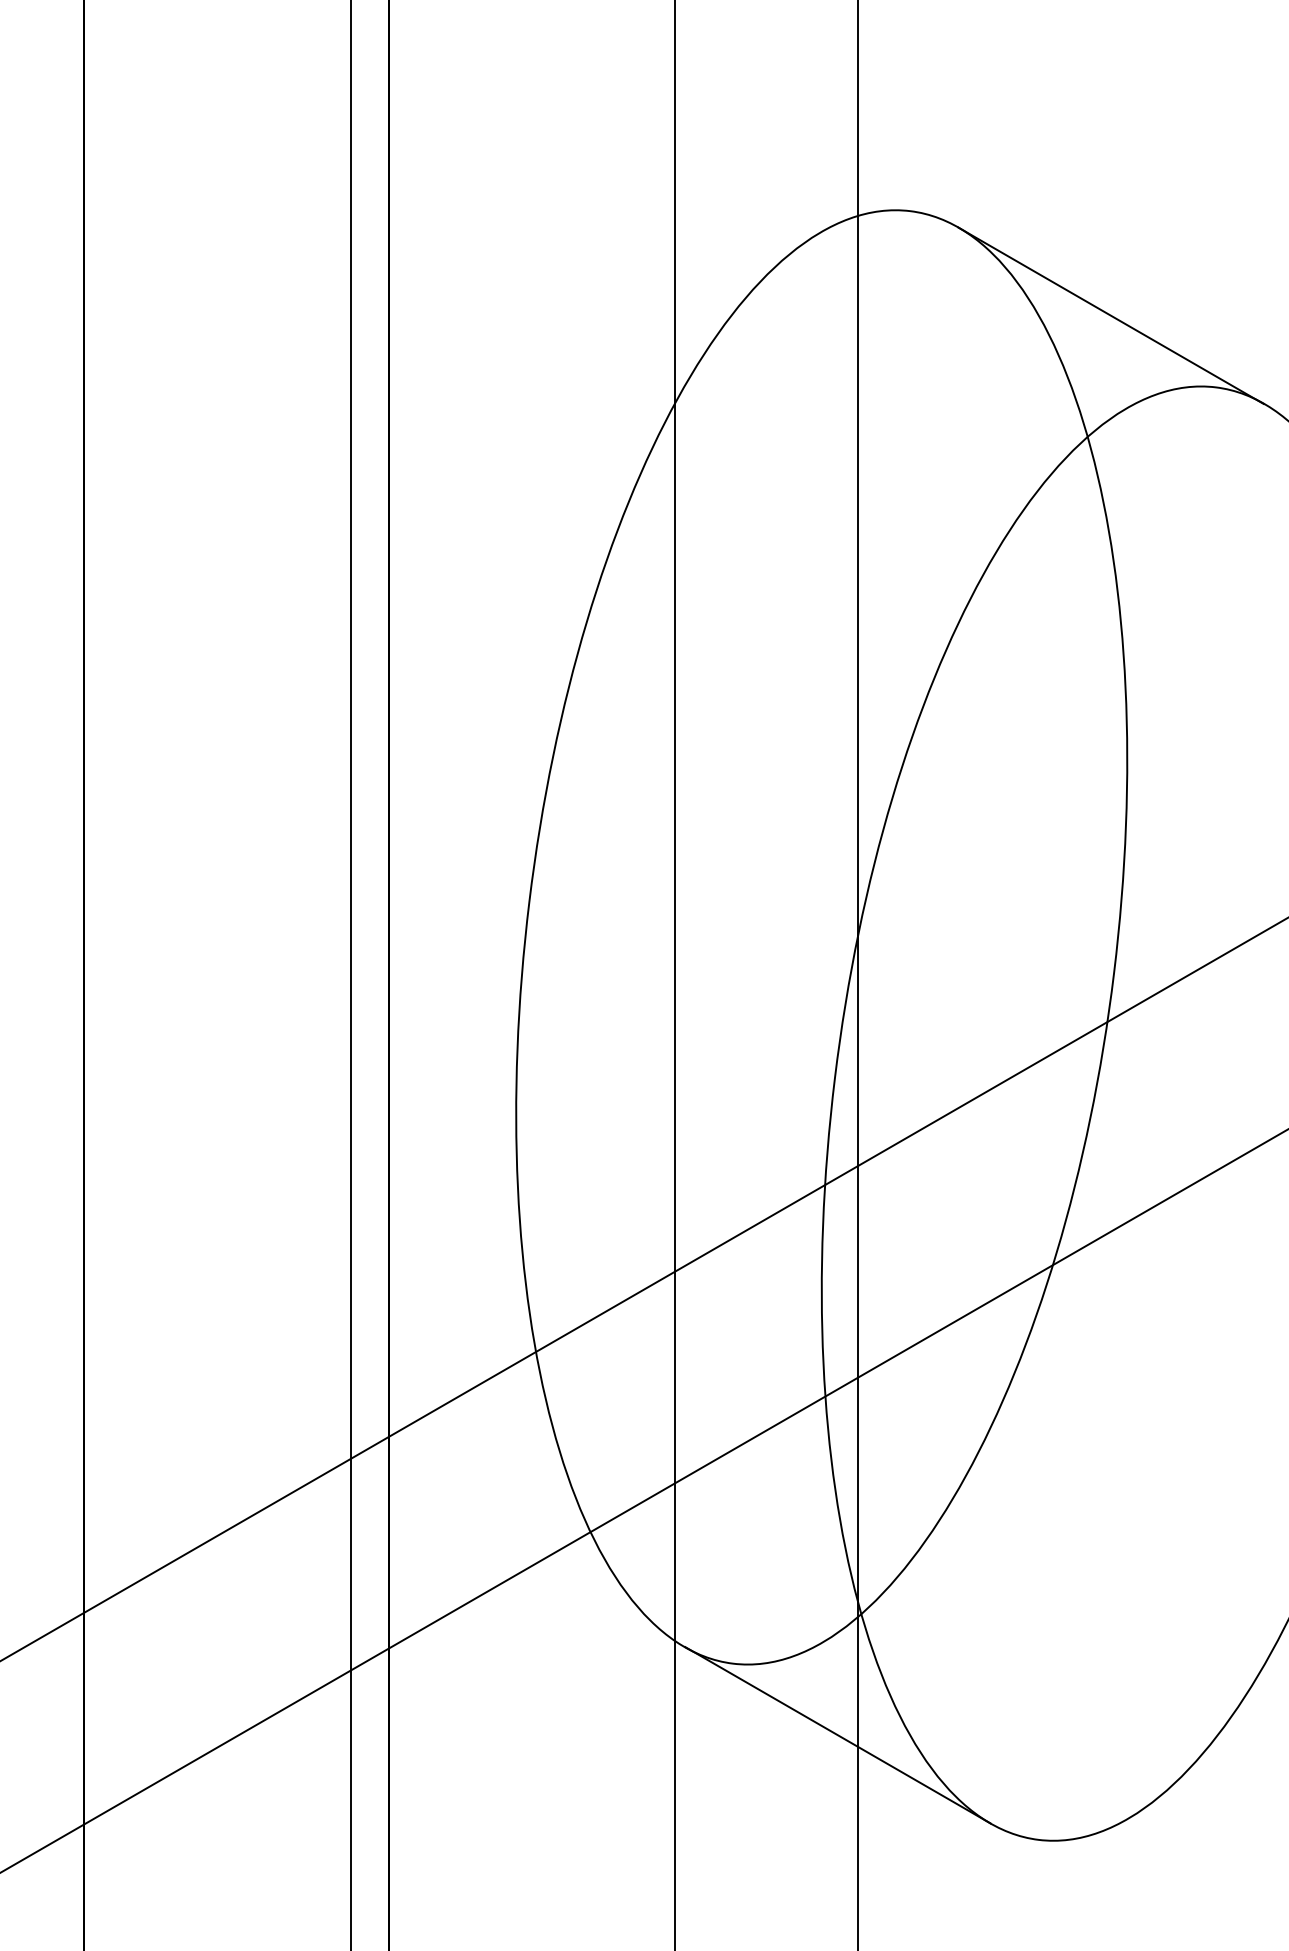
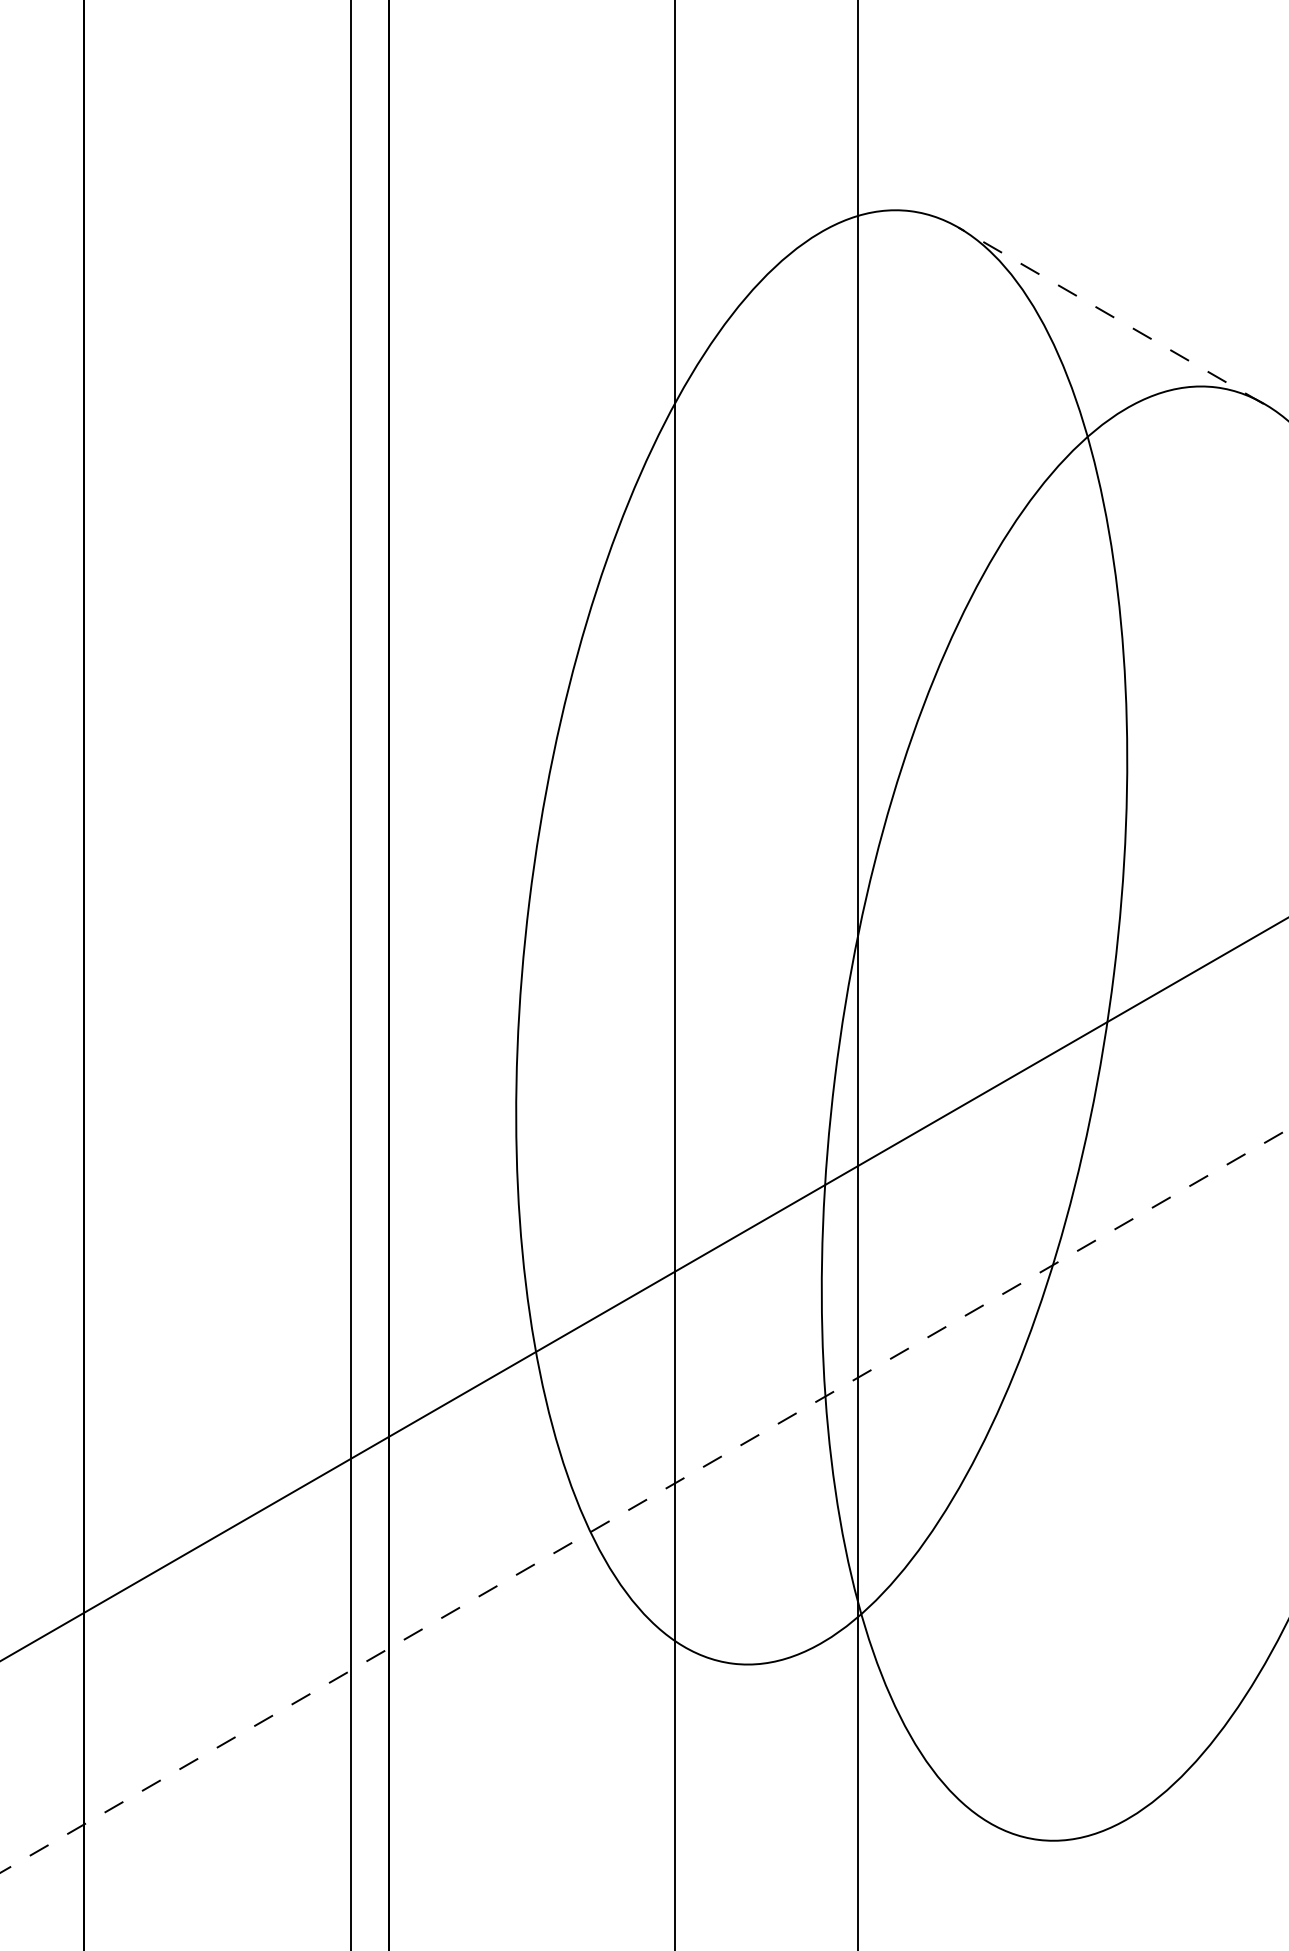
line at (1110, 315): solid -> dashed
line at (644, 1500): solid -> dashed
line at (837, 1735): present -> none
